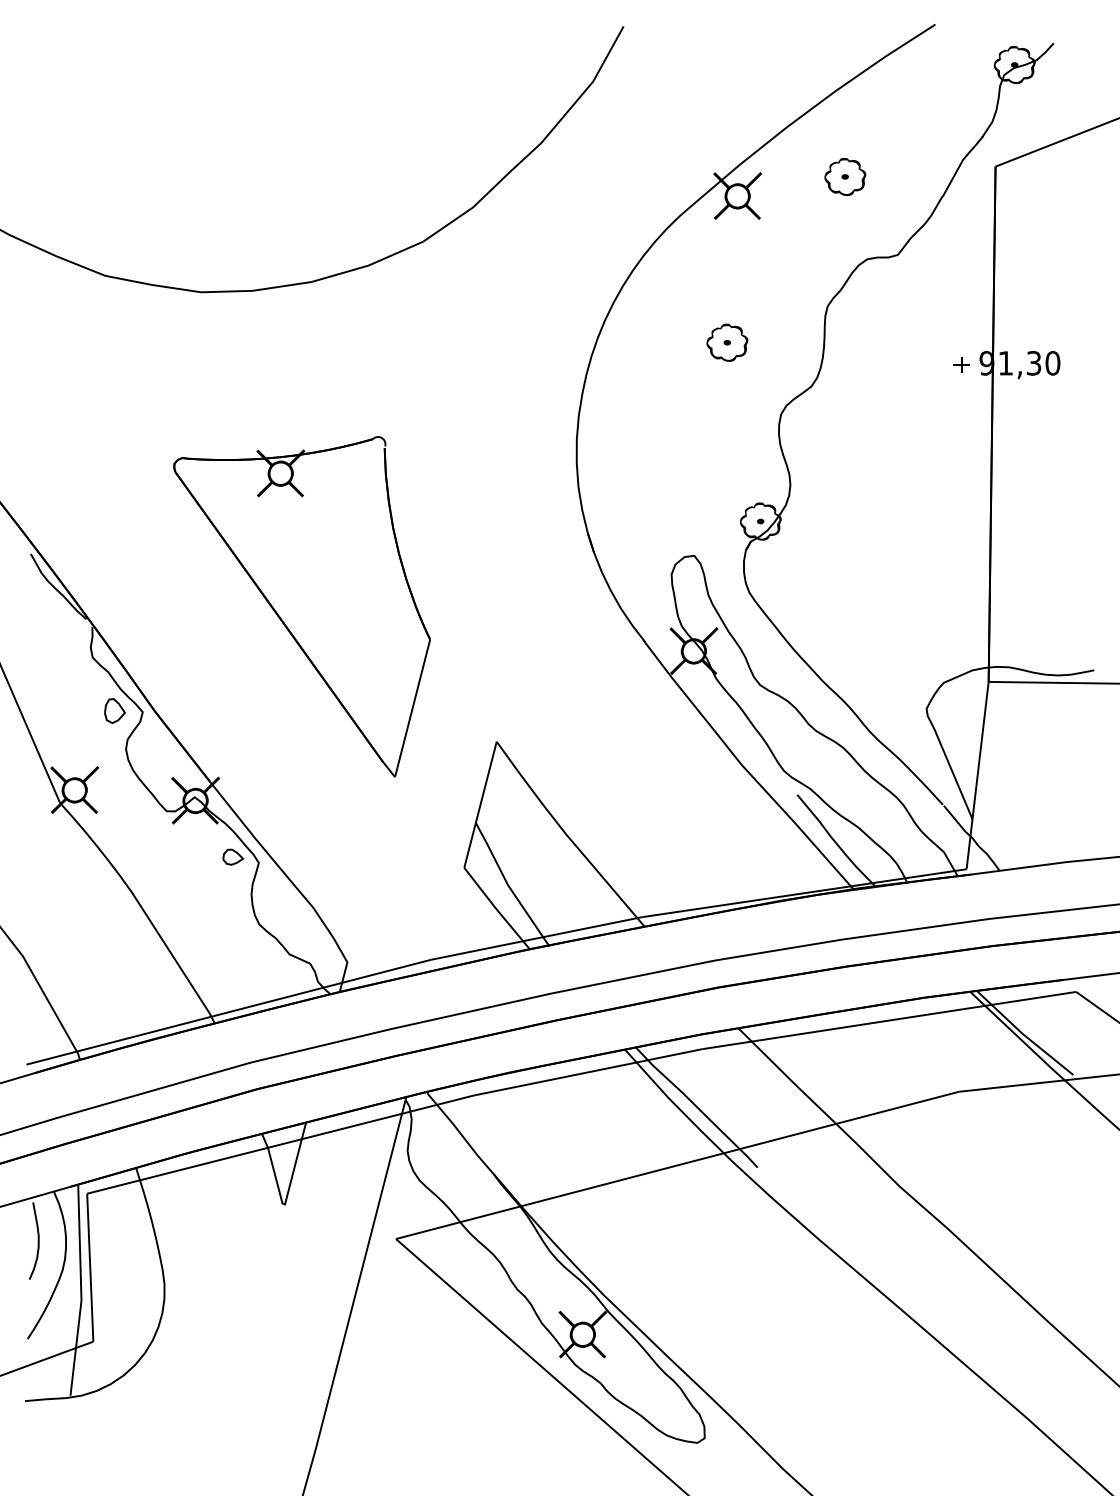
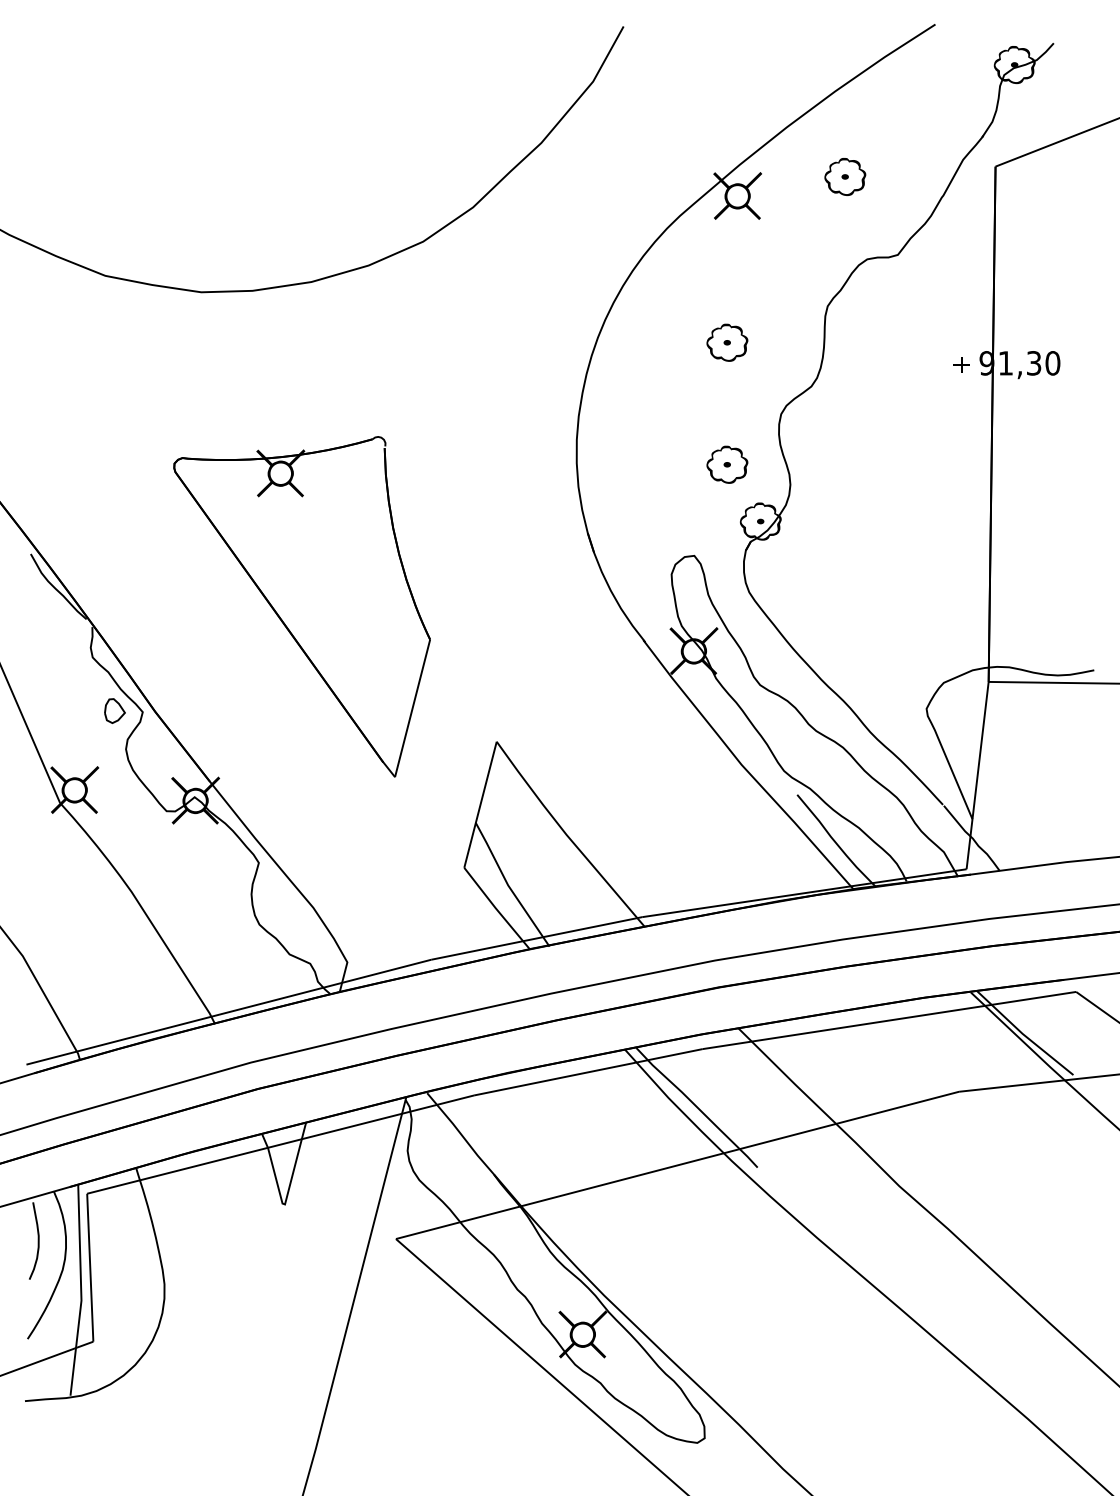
part at (727, 464): none -> present
part at (233, 856): present -> none
